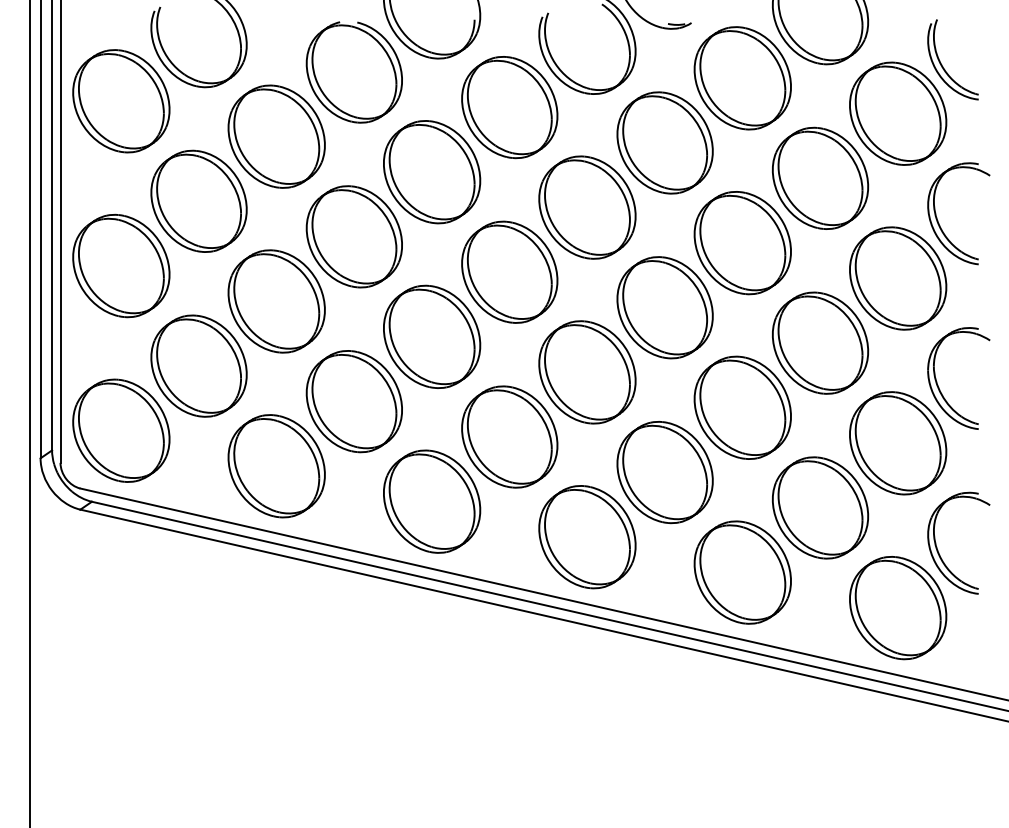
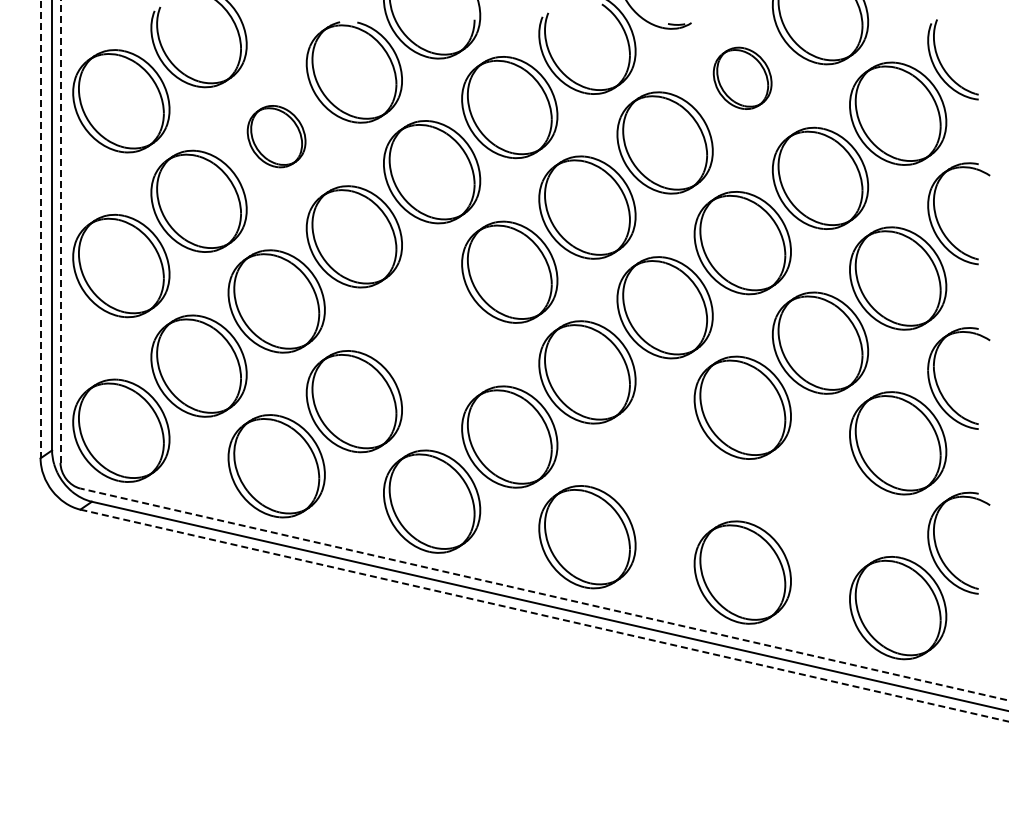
part at (742, 78) size: 99x105 px -> 61x64 px
part at (276, 136) size: 99x105 px -> 61x64 px
line at (40, 229): solid -> dashed
line at (60, 231): solid -> dashed
part at (432, 336): present -> none
line at (30, 413): present -> none
part at (664, 472): present -> none
part at (820, 507): present -> none
line at (544, 594): solid -> dashed
line at (544, 615): solid -> dashed
